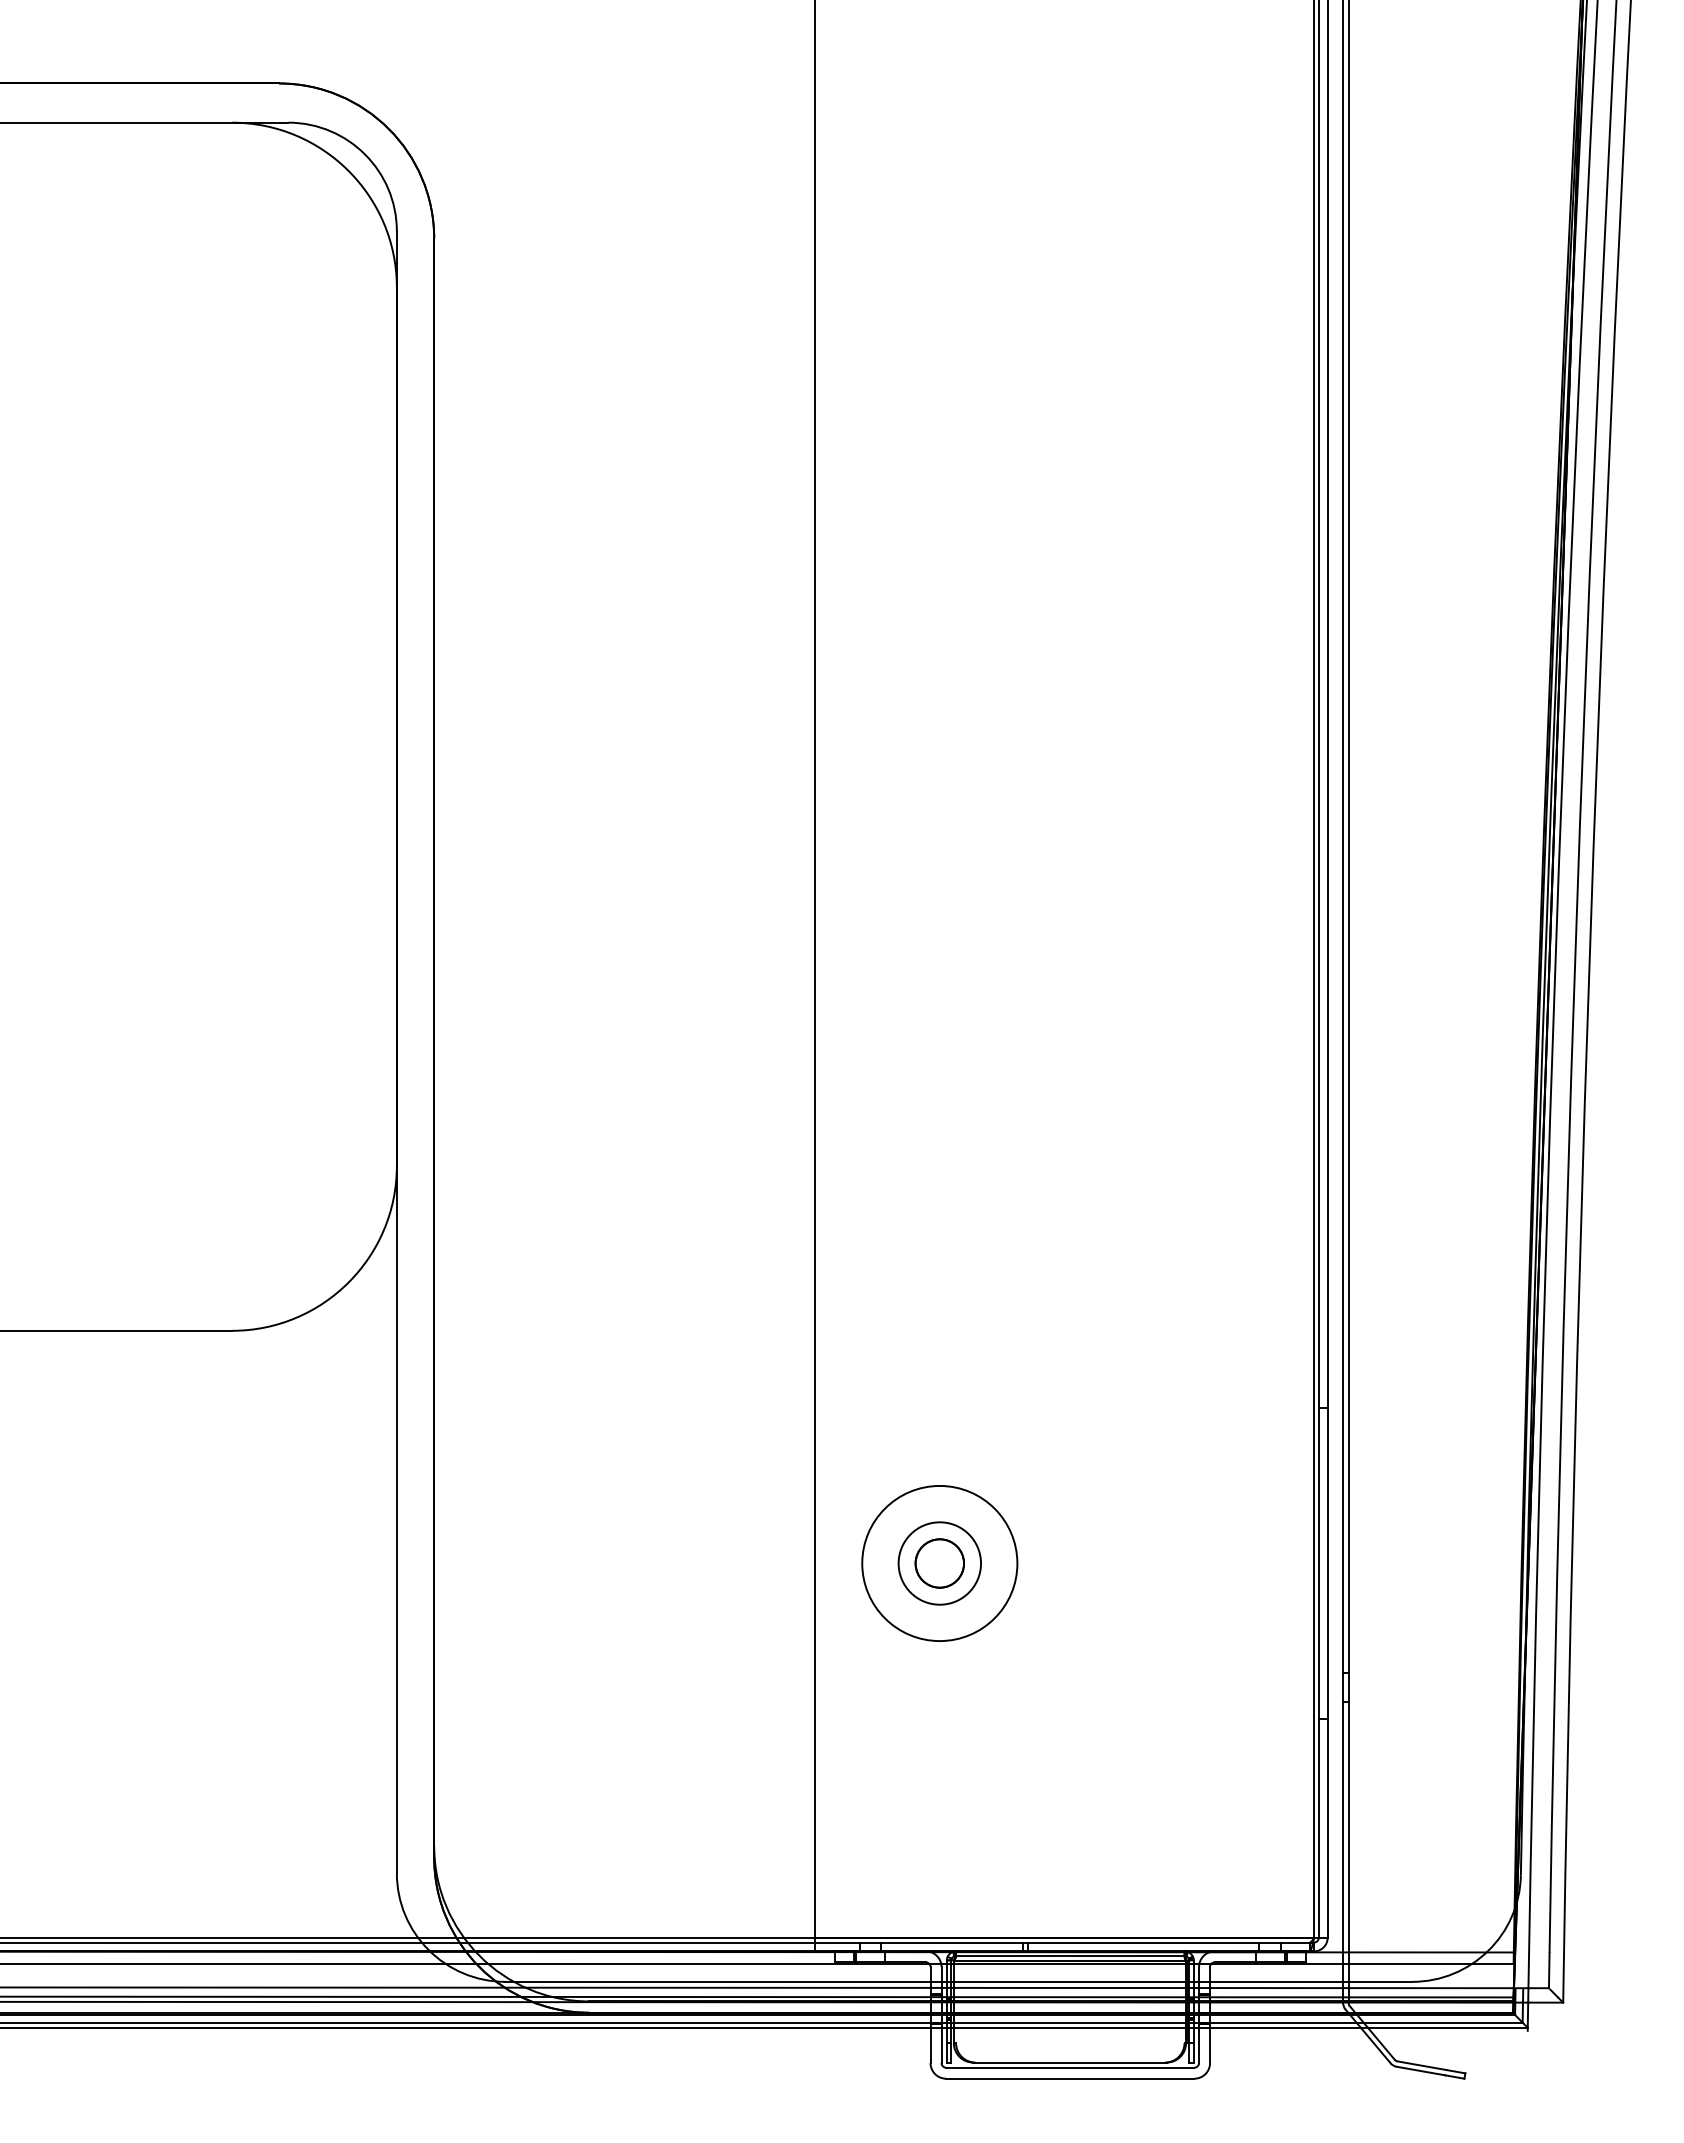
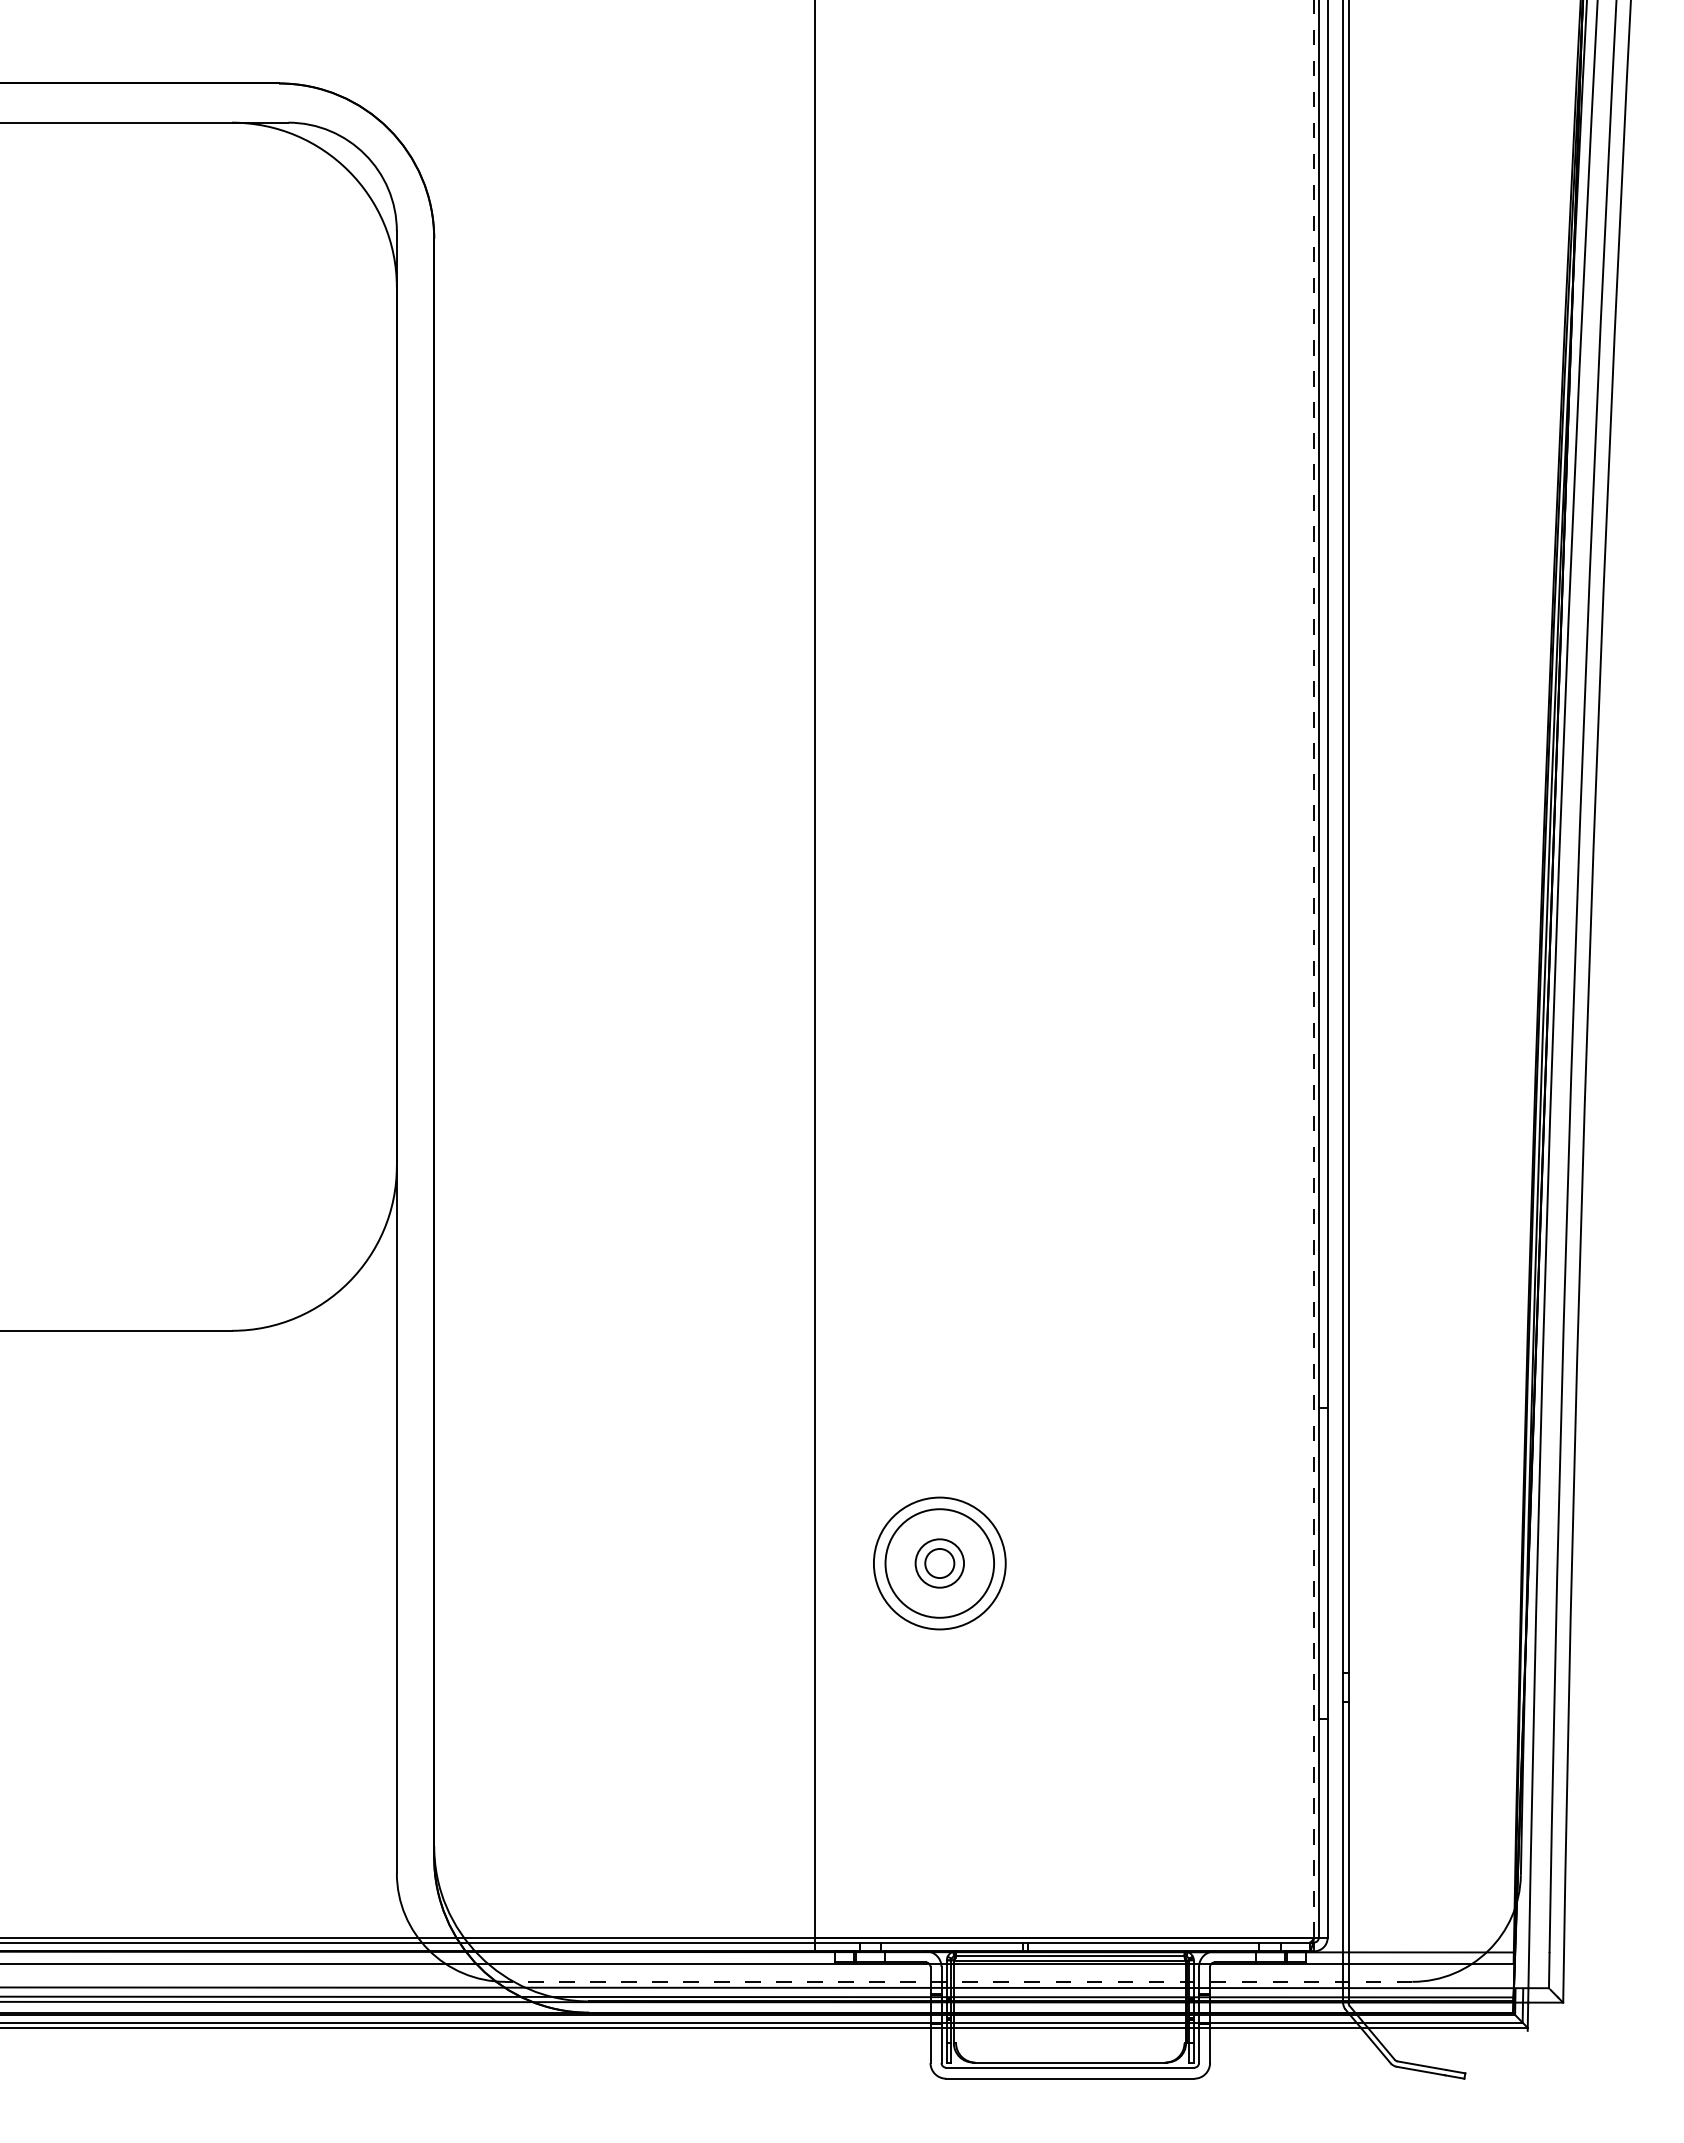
line at (1314, 969): solid -> dashed
circle at (939, 1563) diameter: 155 px -> 109 px
circle at (939, 1563) diameter: 48 px -> 29 px
circle at (939, 1563) diameter: 82 px -> 132 px
line at (958, 1981): solid -> dashed
